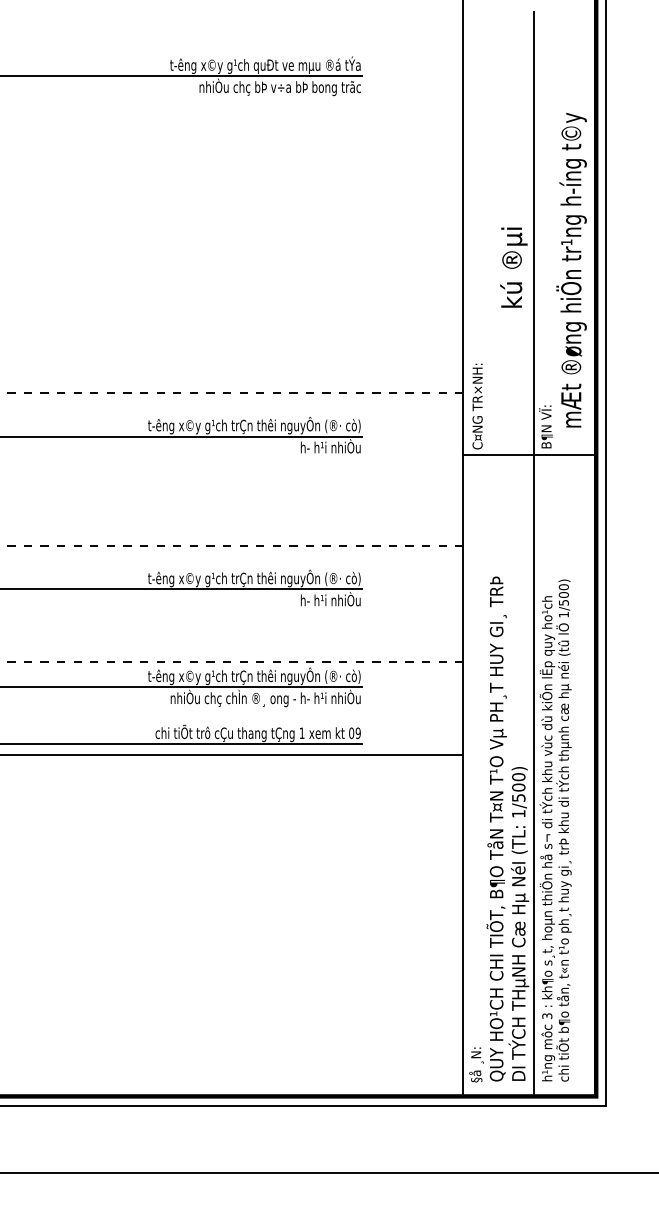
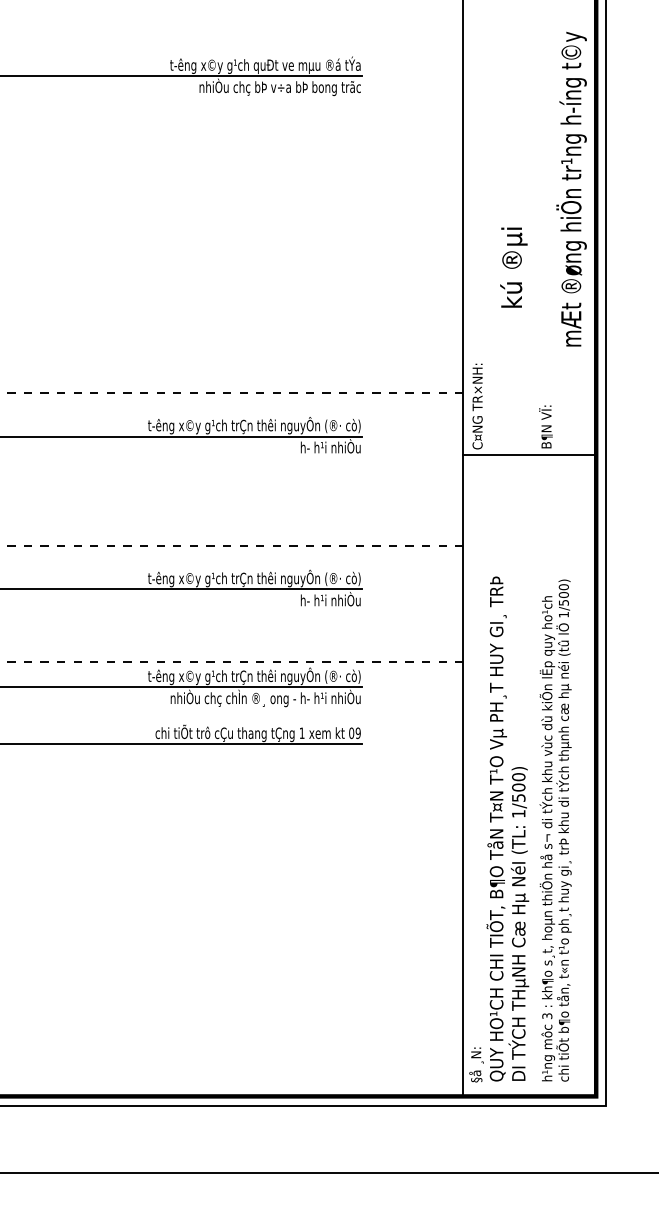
text at (571, 269) position: (571, 269) -> (571, 188)
line at (534, 554): present -> none
line at (232, 755): present -> none
